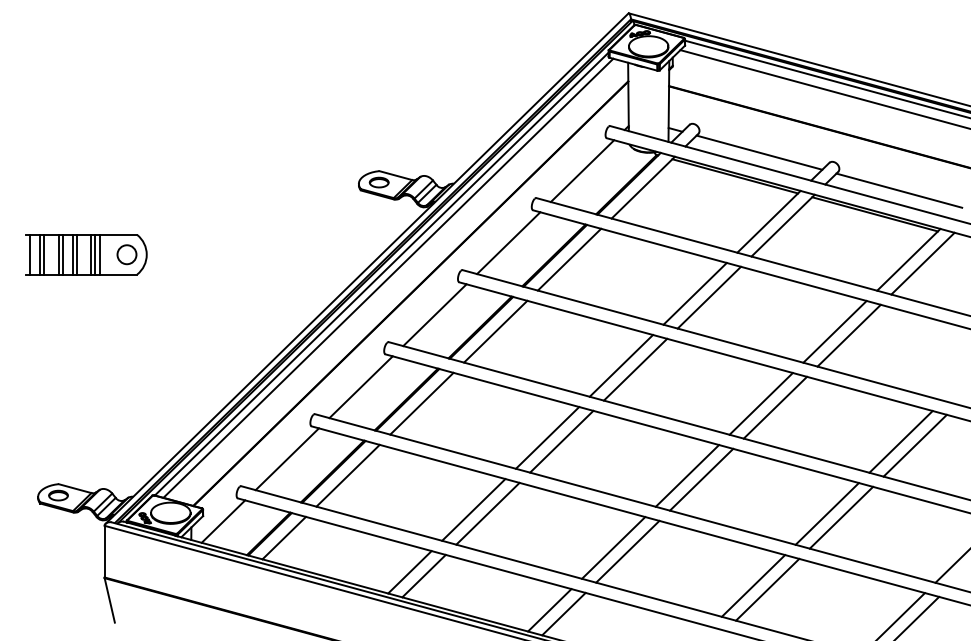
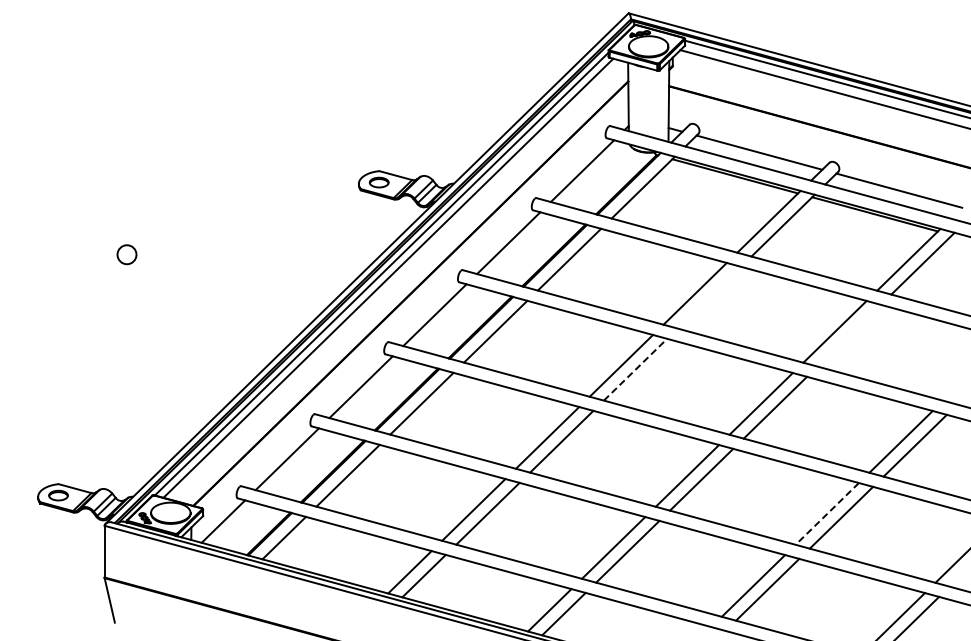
part at (86, 254): present -> none
line at (709, 297): present -> none
line at (848, 335): present -> none
line at (635, 369): solid -> dashed
line at (826, 514): solid -> dashed
